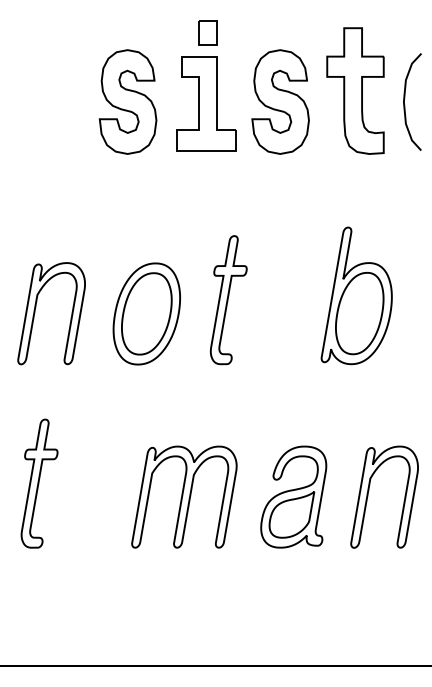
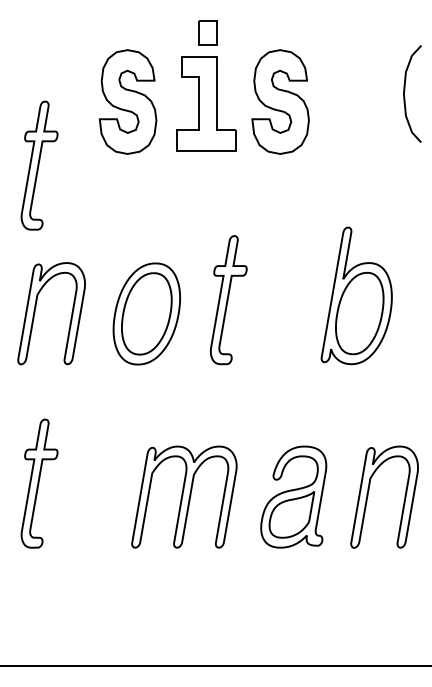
part at (355, 90): present -> none
curve at (405, 98) position: (405, 98) -> (405, 90)
part at (39, 165): none -> present
